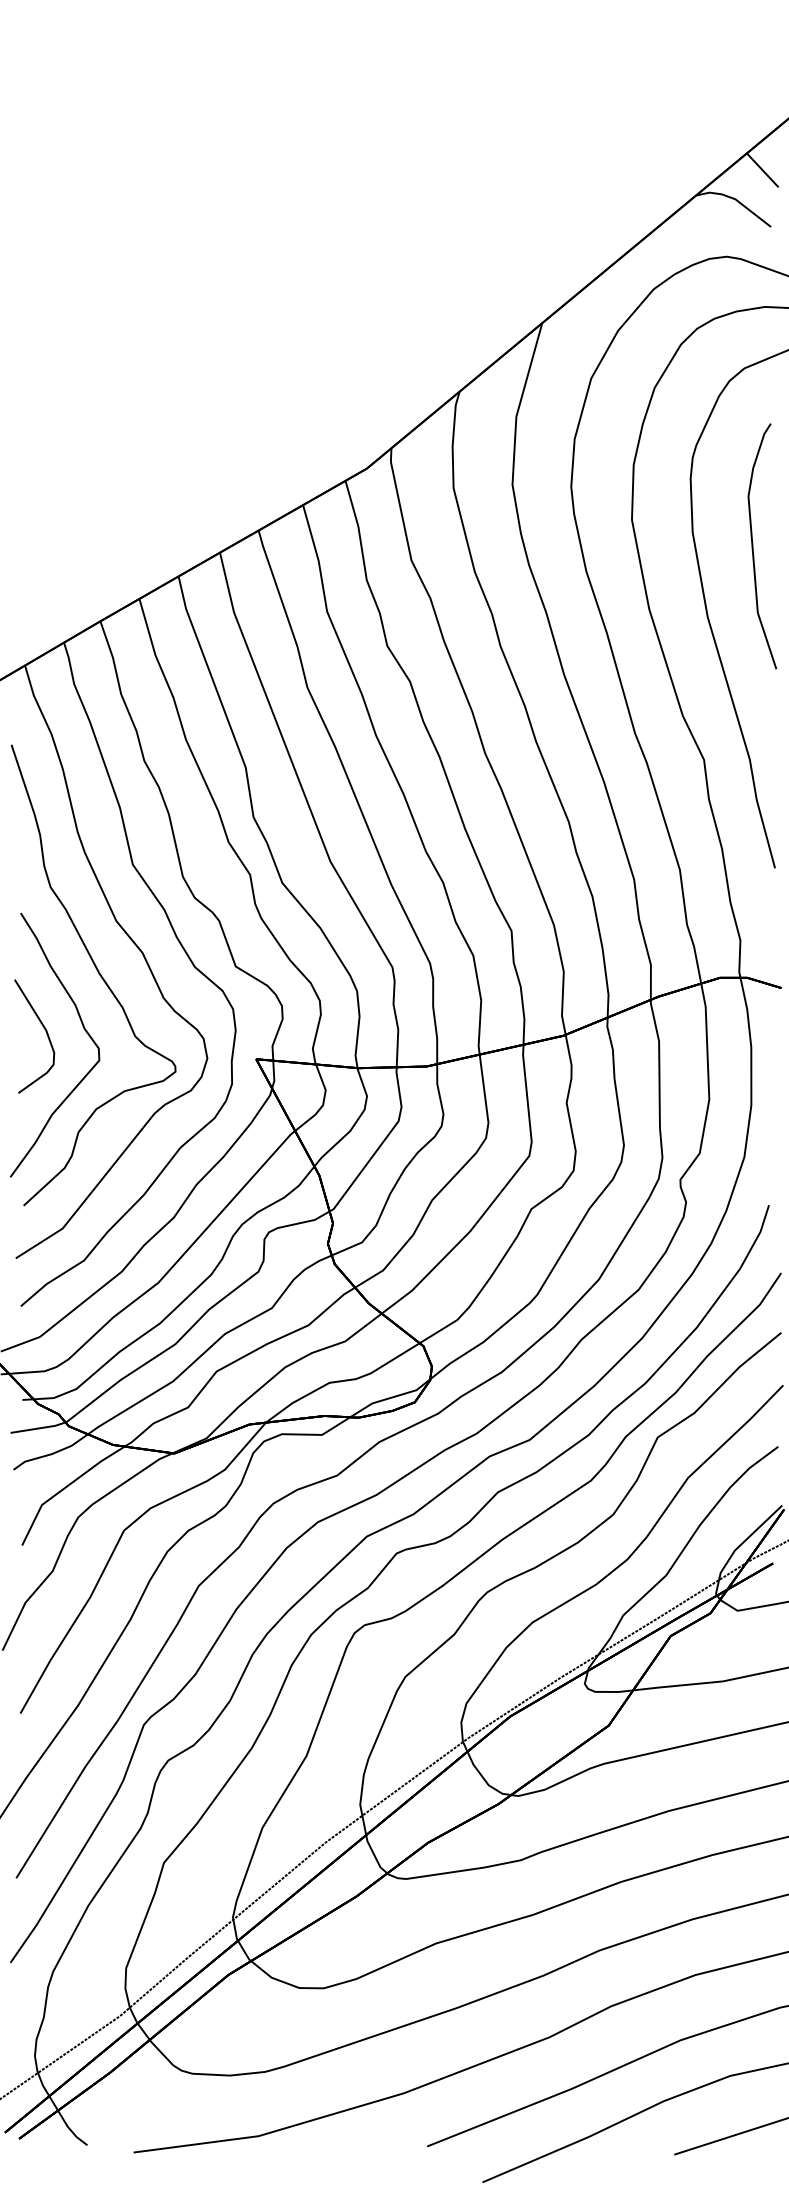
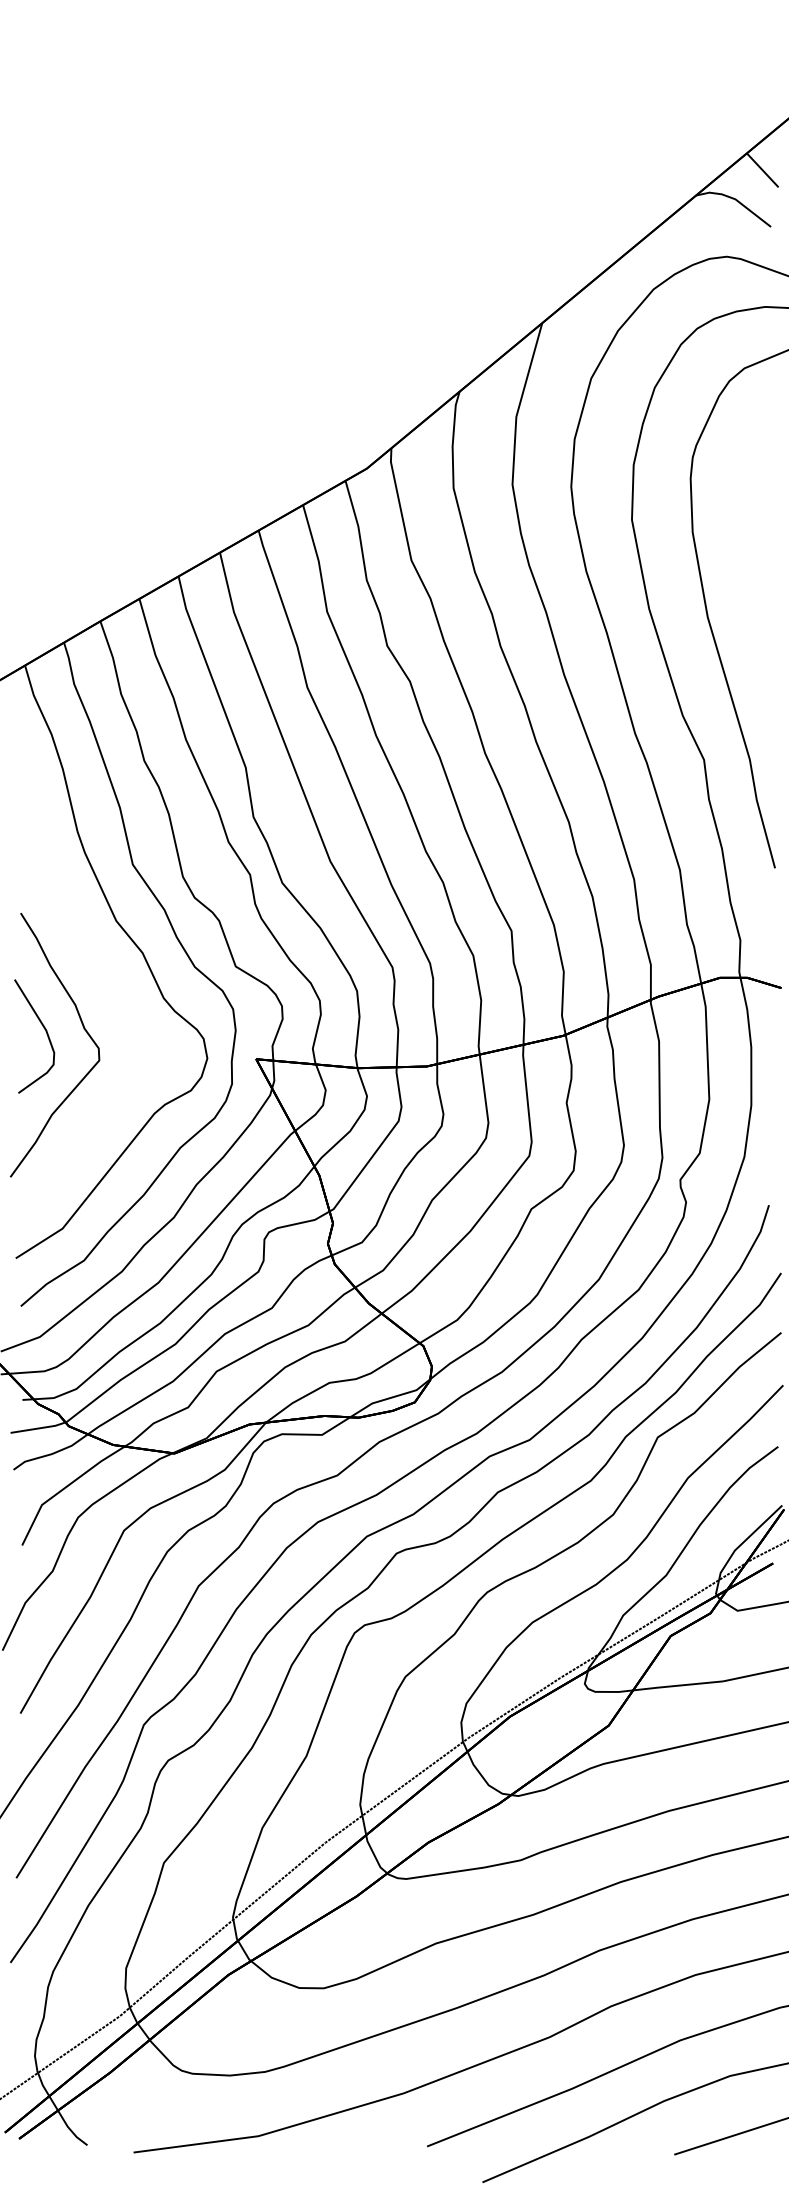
curve at (753, 546): present -> none
curve at (97, 972): present -> none
